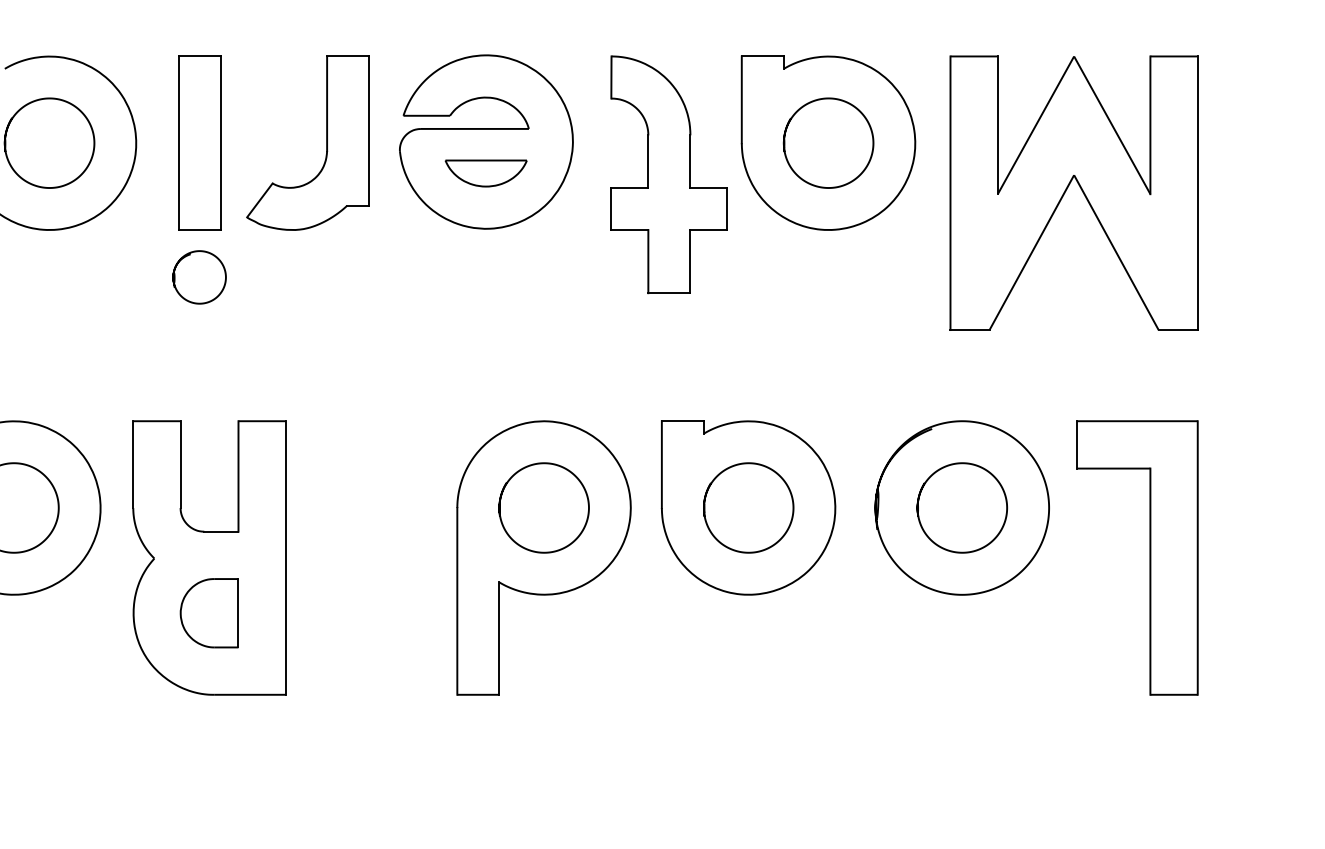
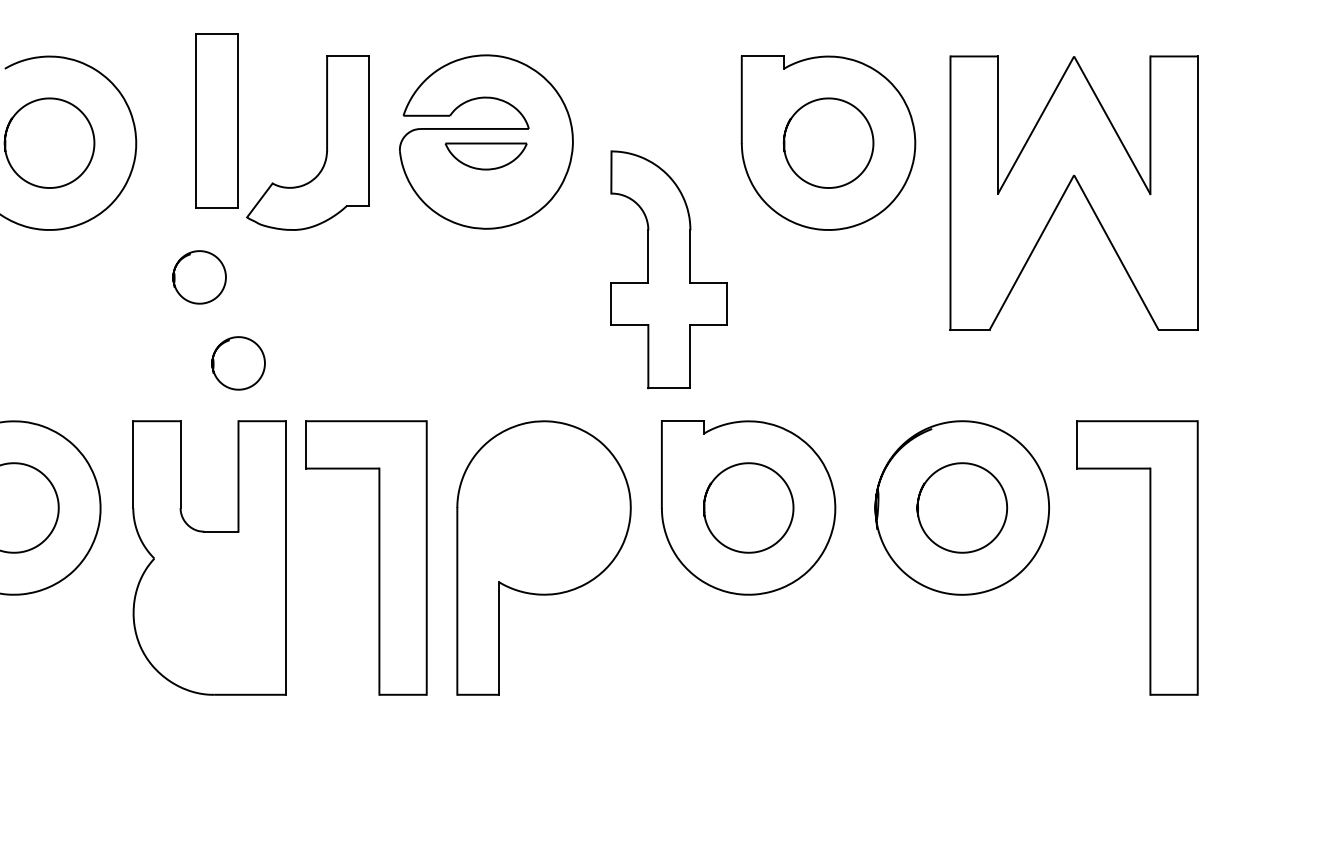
part at (199, 142) position: (199, 142) -> (216, 120)
part at (485, 173) position: (485, 173) -> (485, 156)
part at (668, 174) position: (668, 174) -> (668, 269)
curve at (229, 341): none -> present
curve at (516, 474): present -> none
part at (378, 557): none -> present
part at (208, 613): present -> none
